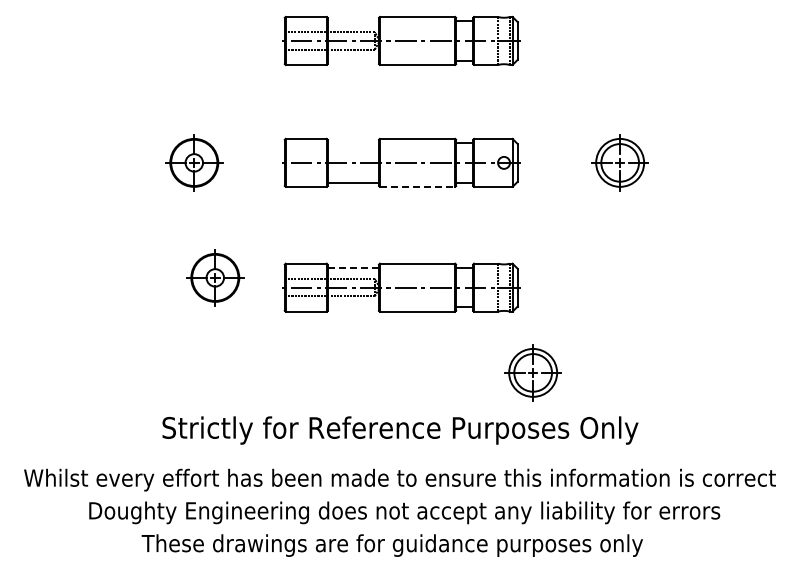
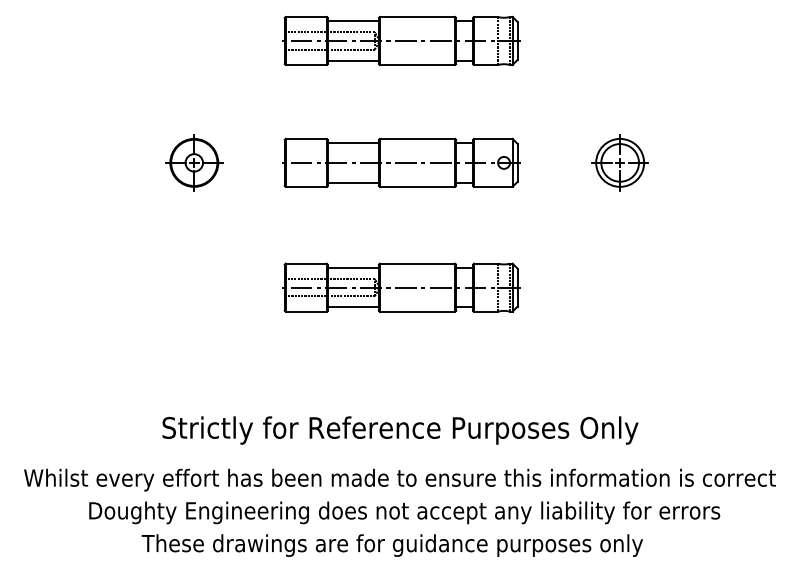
line at (353, 21): none -> present
line at (353, 60): none -> present
line at (353, 143): none -> present
line at (417, 186): dashed -> solid
line at (353, 267): dashed -> solid
part at (215, 277): present -> none
line at (353, 307): none -> present
part at (532, 372): present -> none
